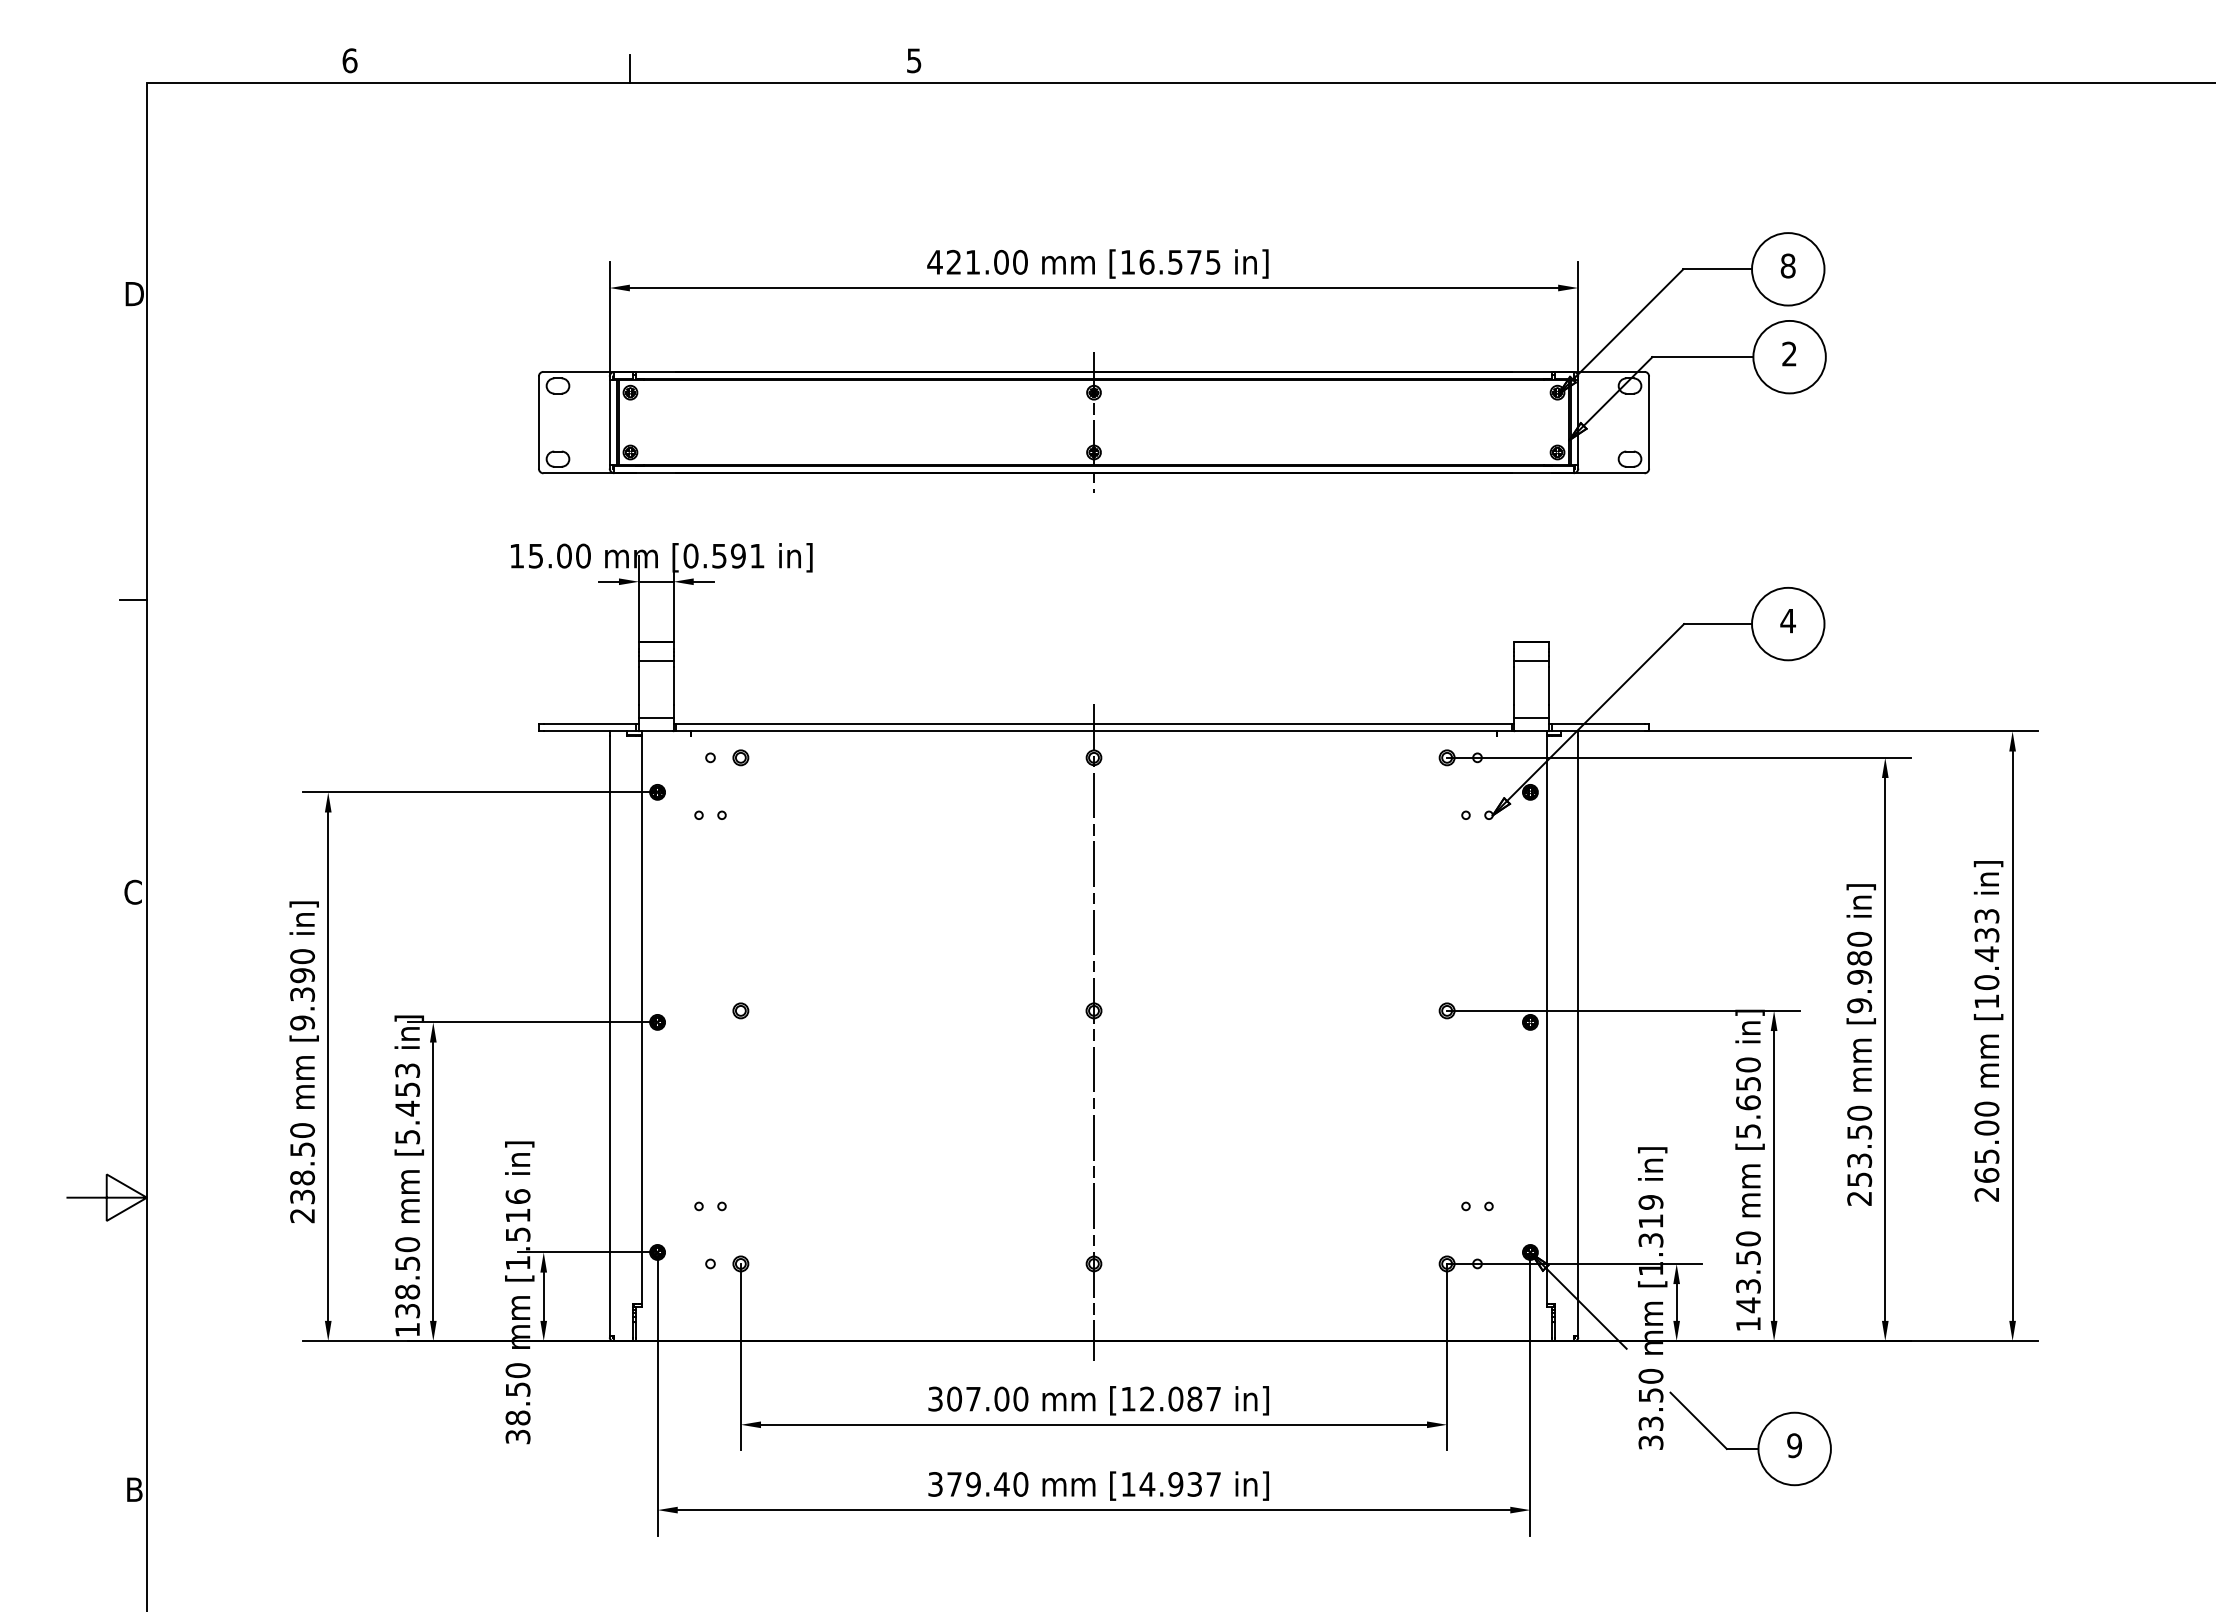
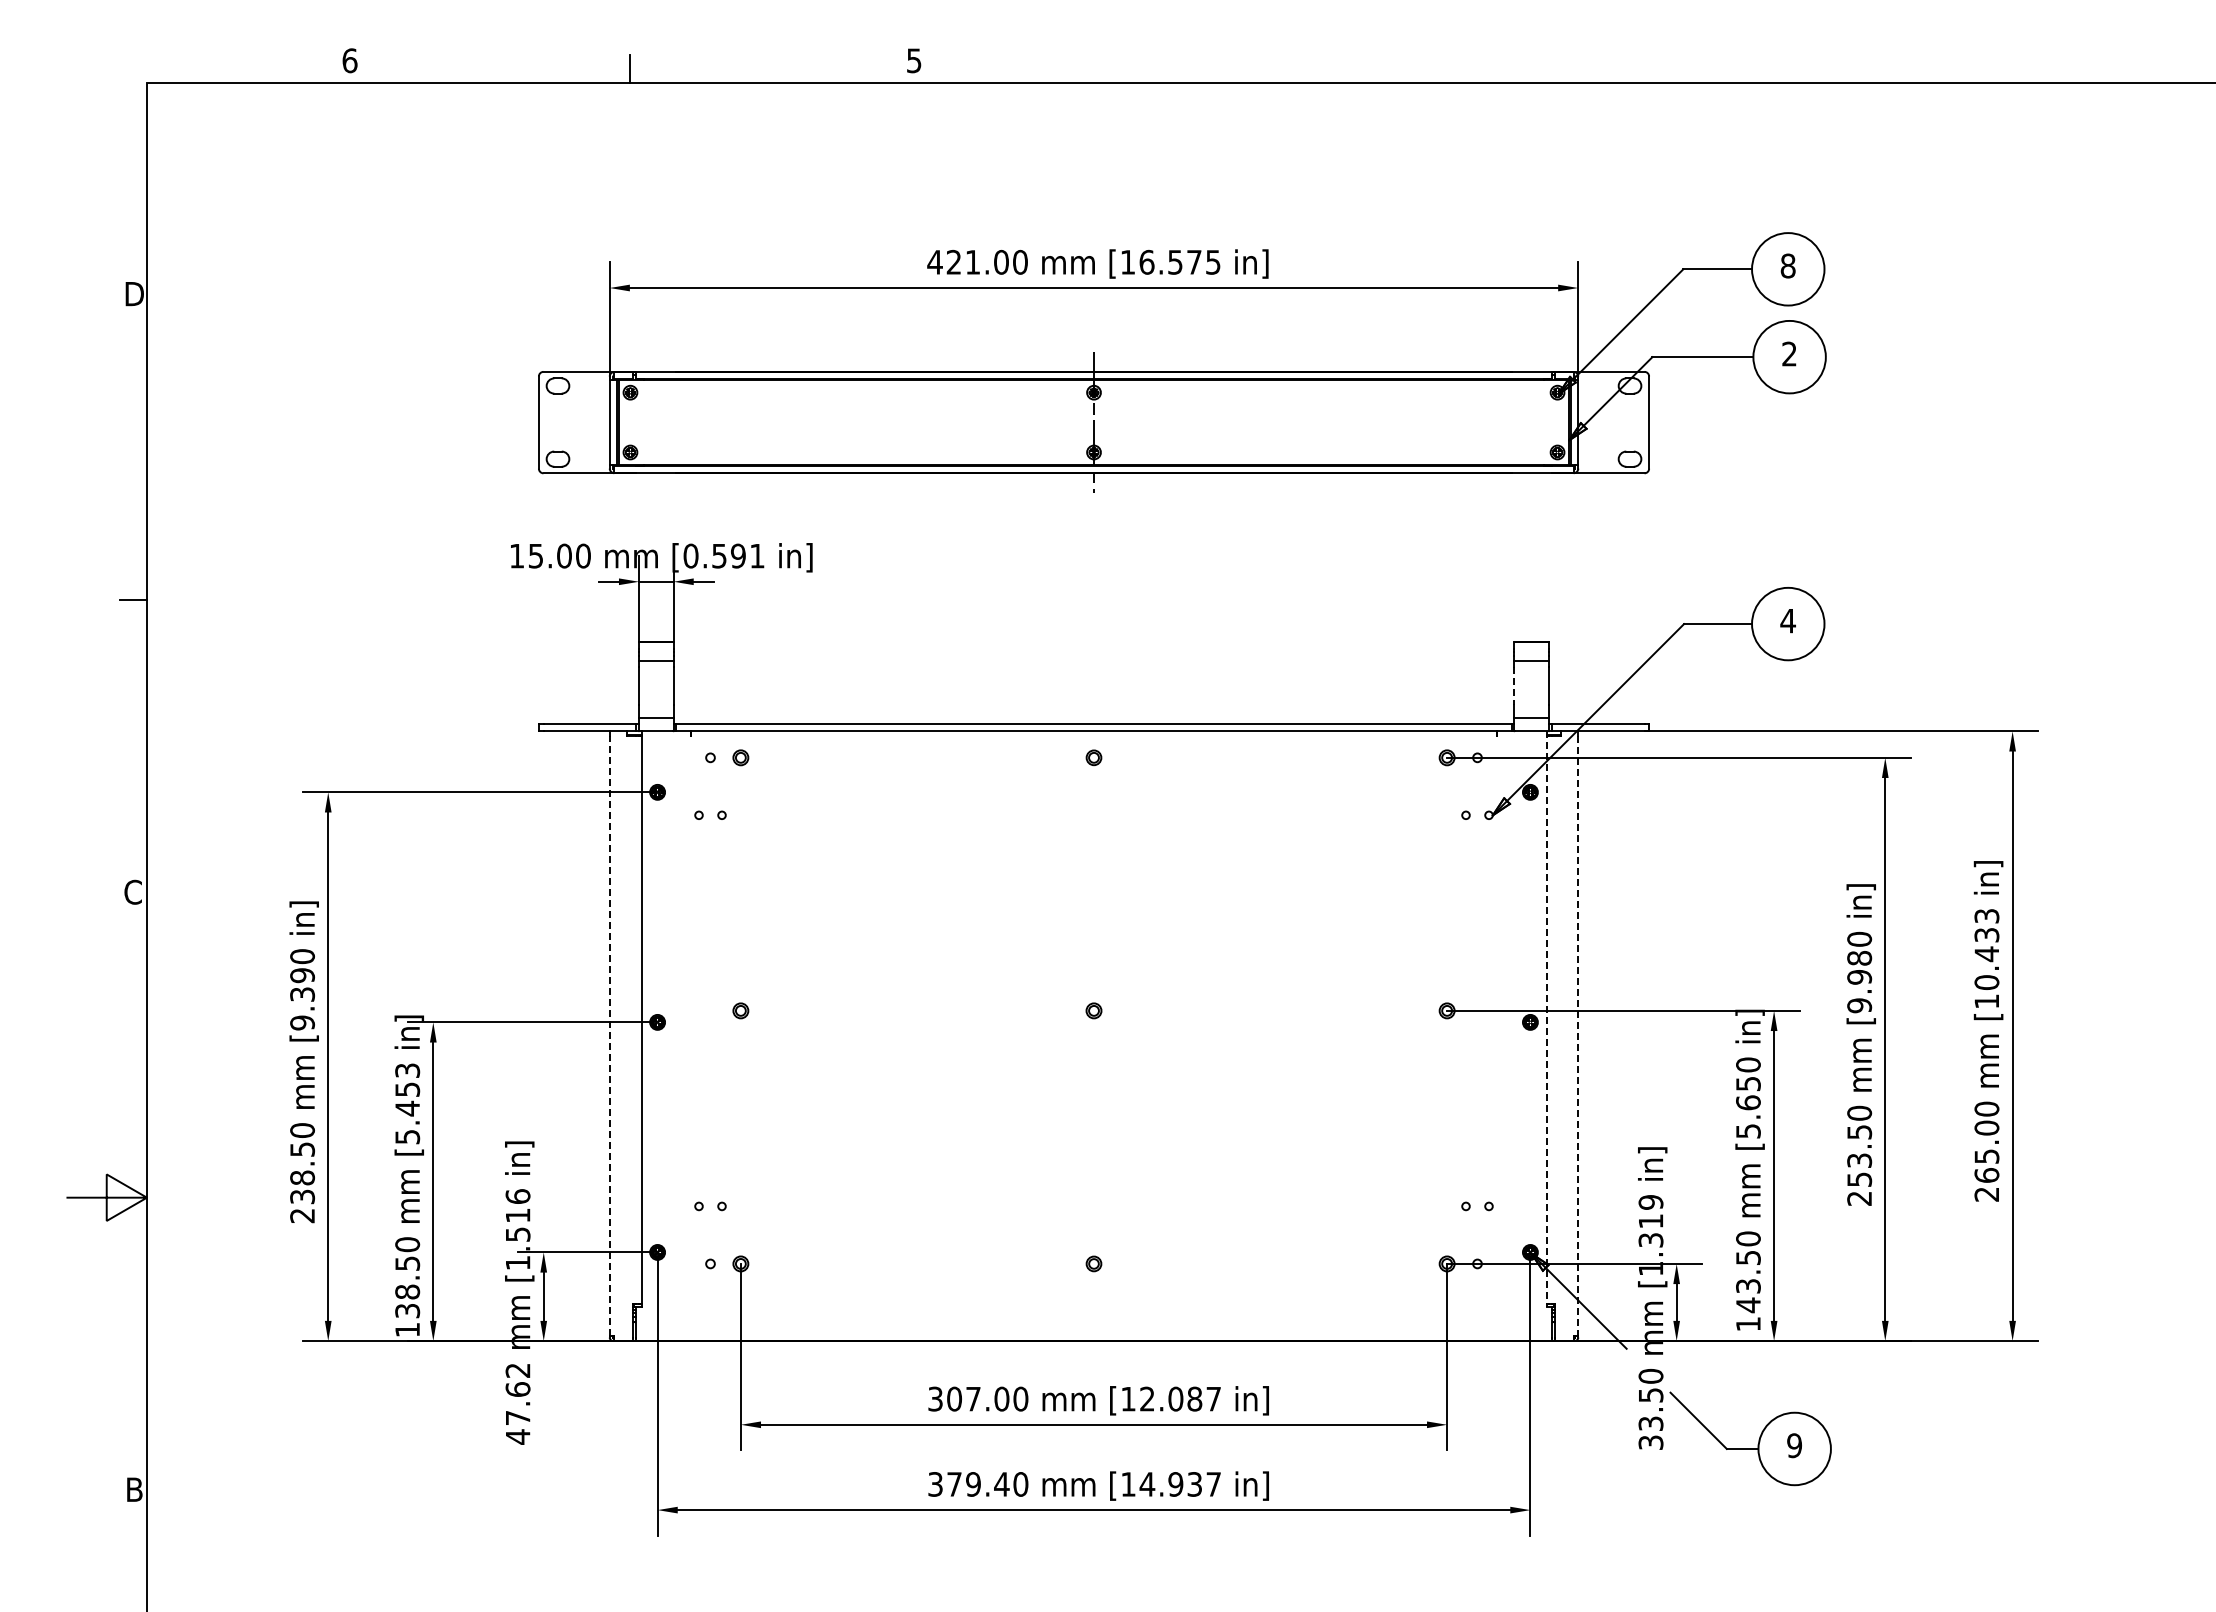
line at (1514, 686): solid -> dashed
line at (1546, 1018): solid -> dashed
line at (1094, 1032): present -> none
line at (609, 1035): solid -> dashed
line at (1578, 1036): solid -> dashed
text at (517, 1403): 38.50 -> 47.62
